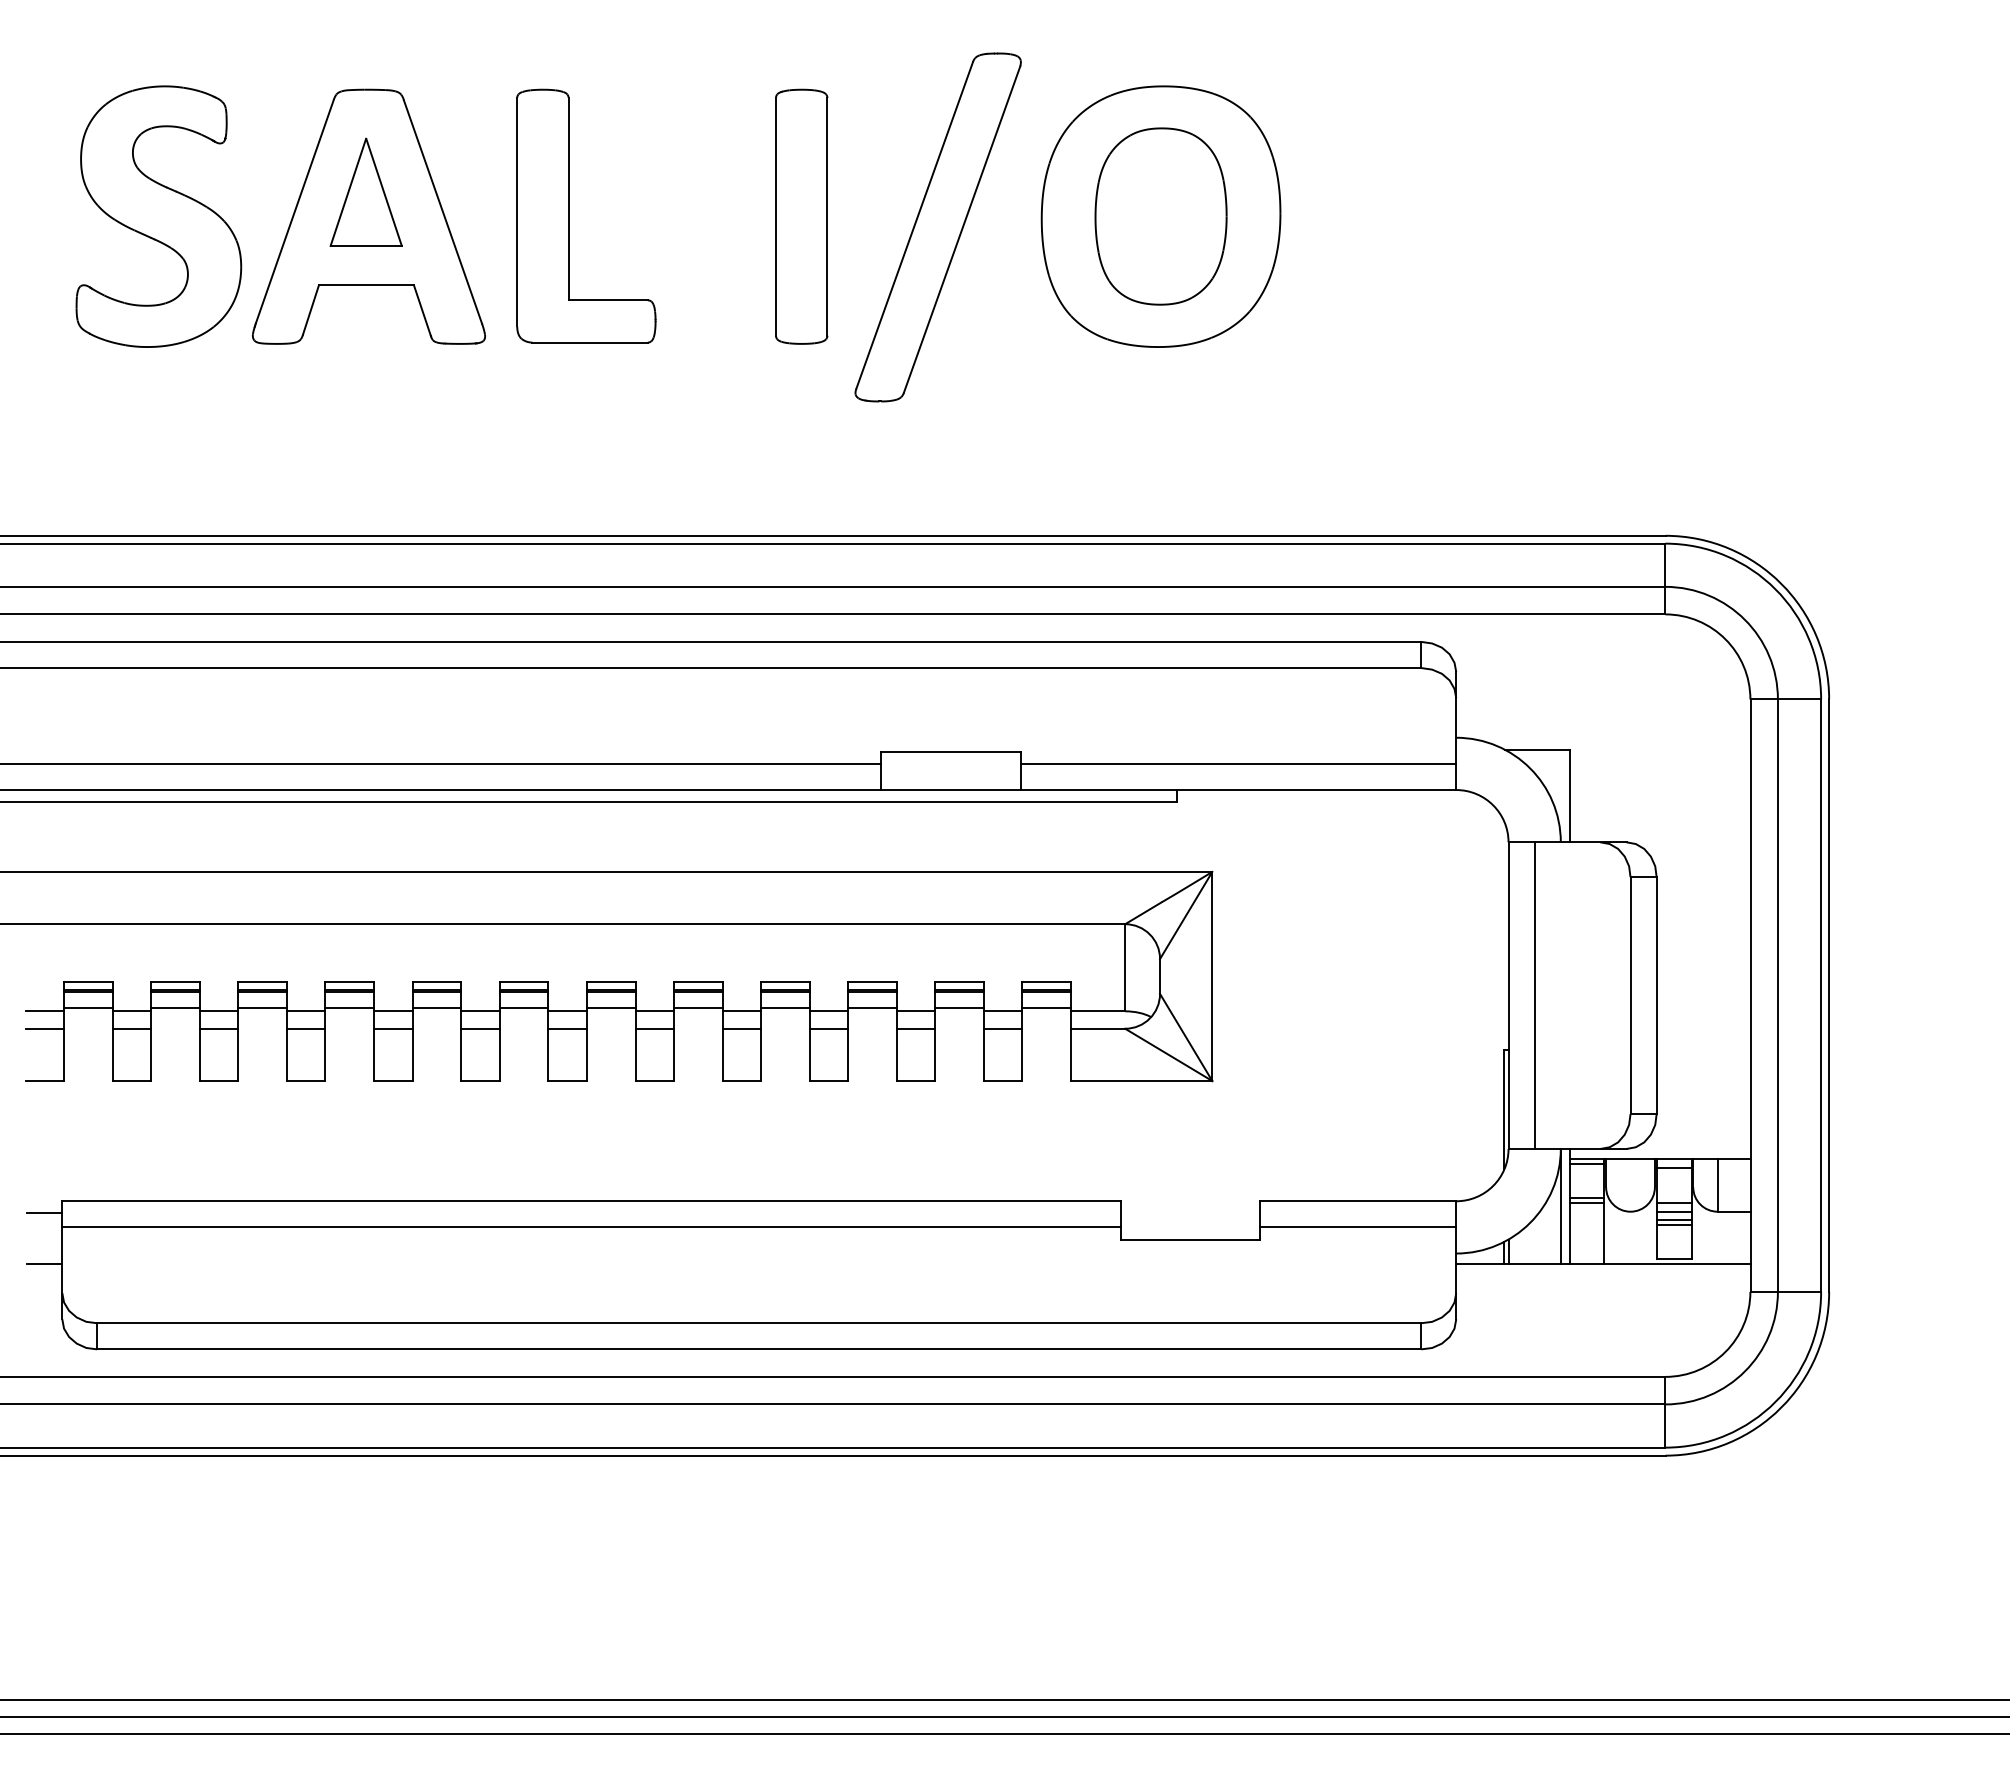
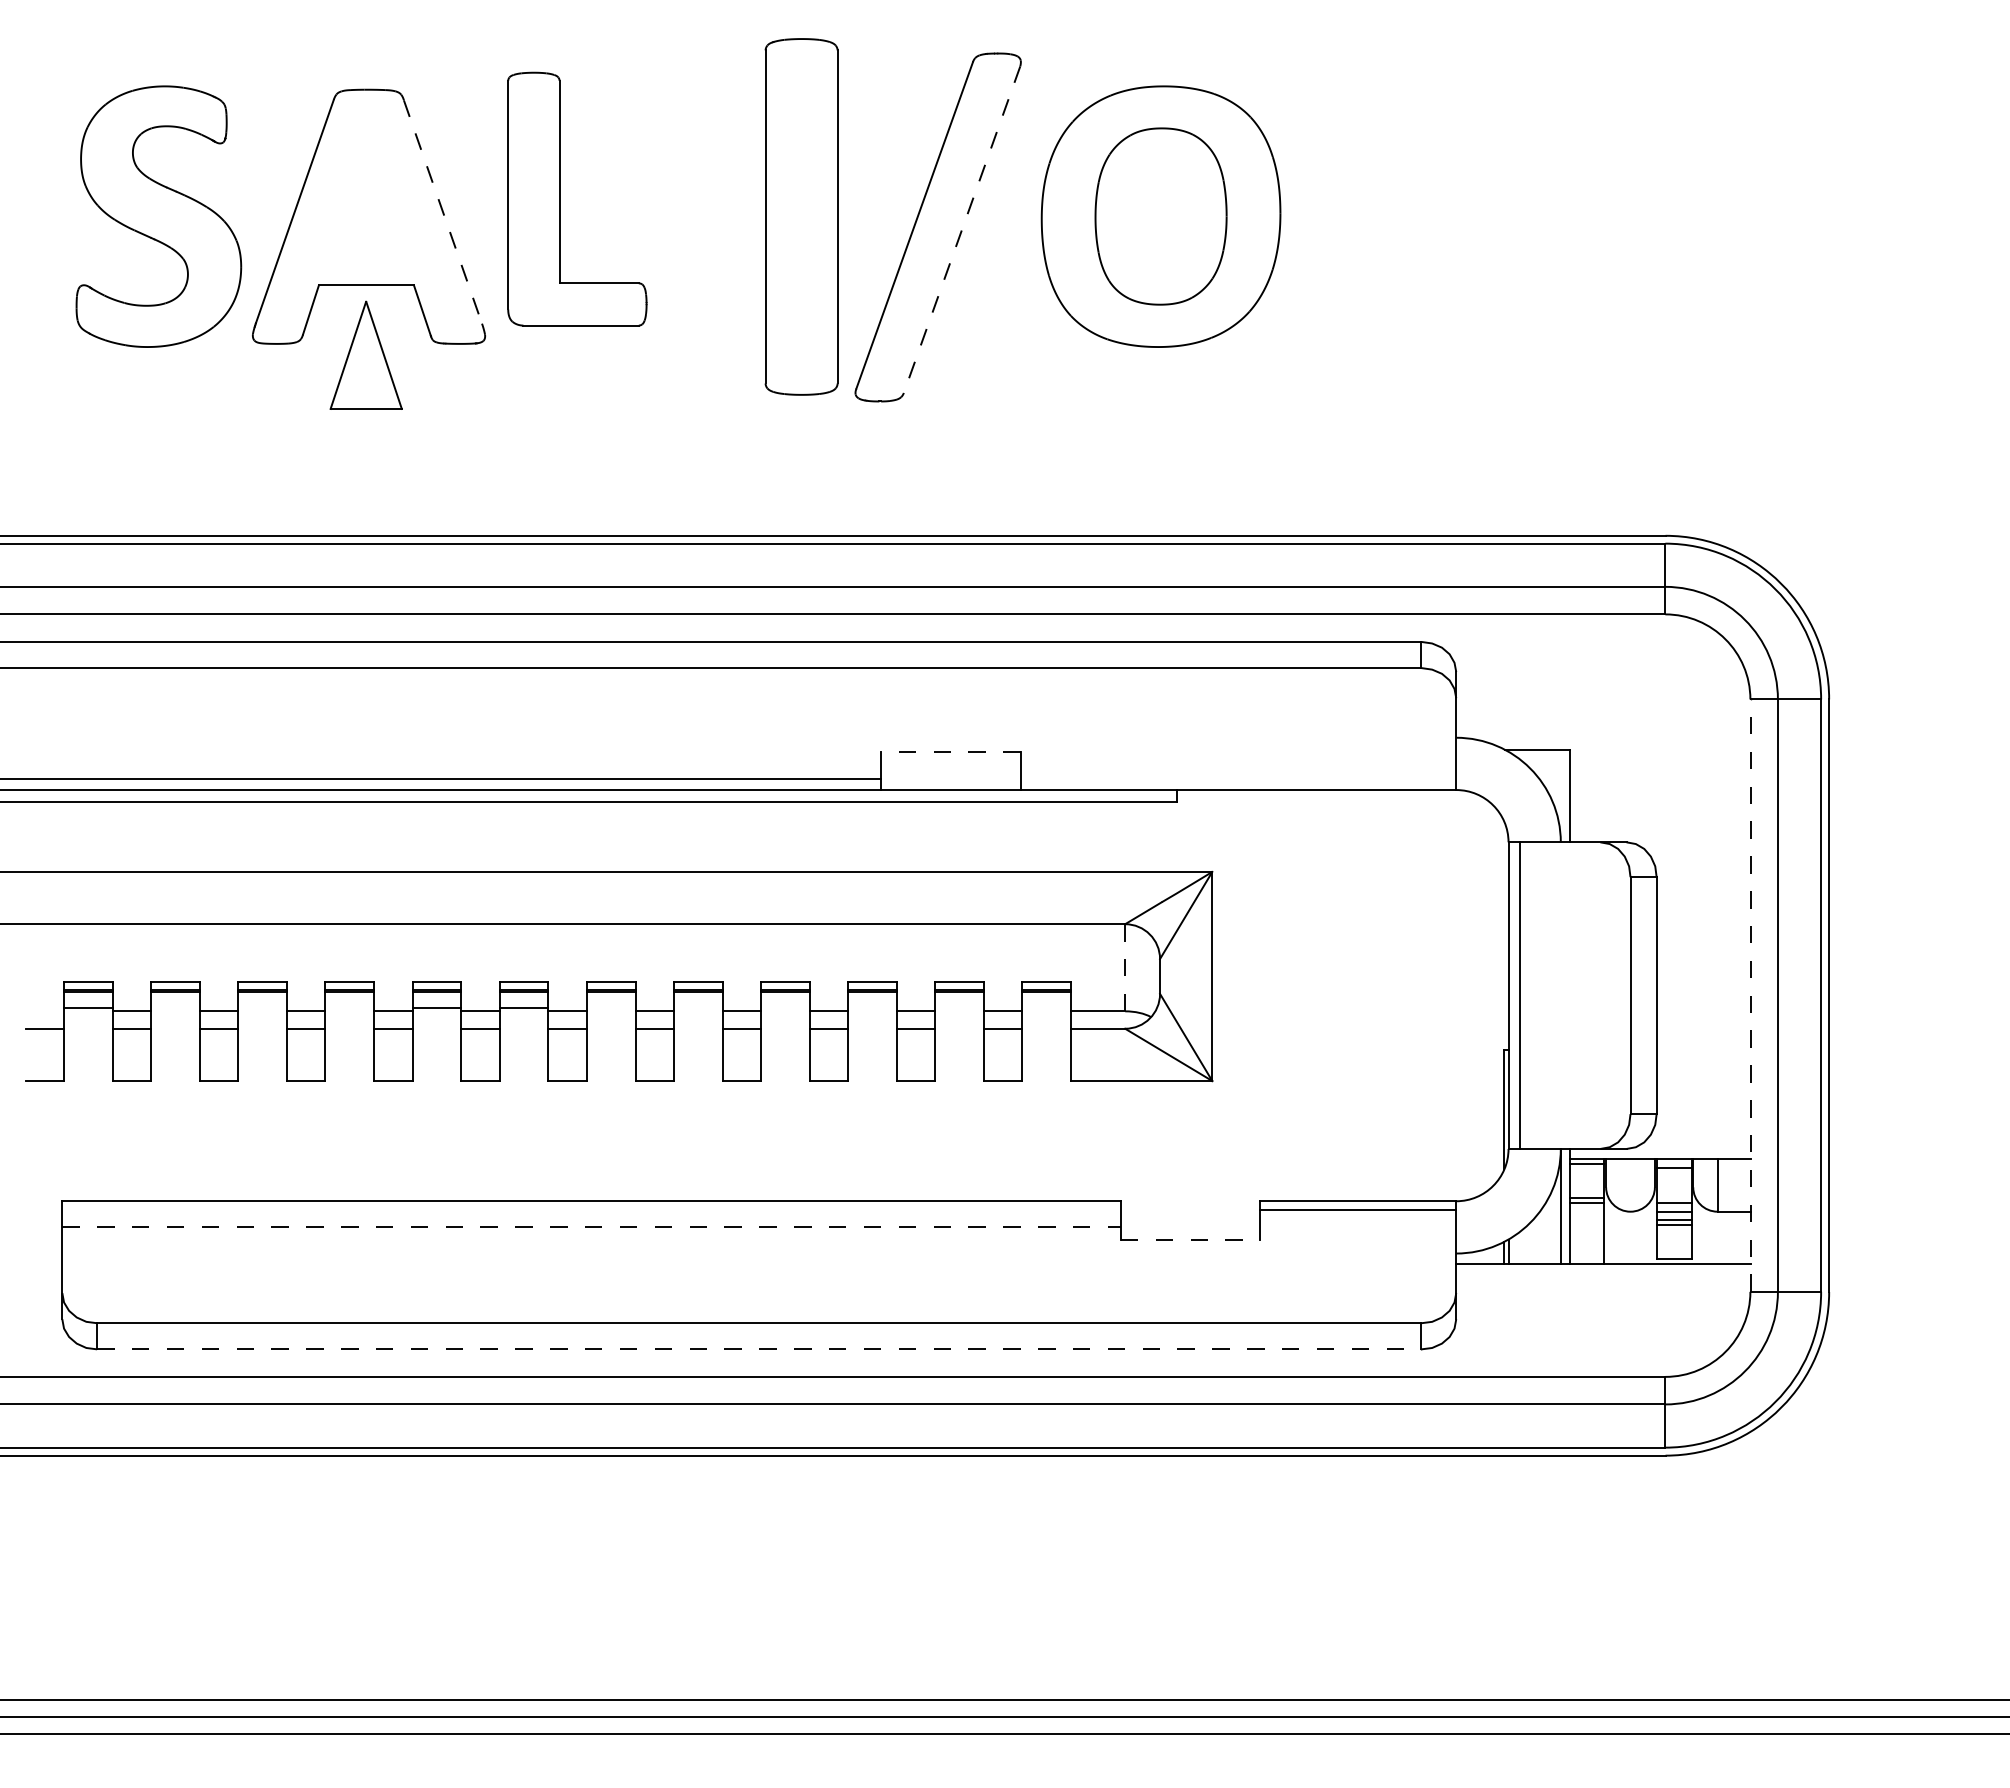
part at (365, 191) position: (365, 191) -> (365, 354)
line at (443, 212): solid -> dashed
part at (569, 215) position: (569, 215) -> (560, 198)
part at (801, 216) size: 54x257 px -> 75x358 px
line at (961, 230): solid -> dashed
line at (950, 751): solid -> dashed
line at (441, 763) position: (441, 763) -> (441, 778)
line at (1238, 763): present -> none
line at (1125, 967): solid -> dashed
line at (1534, 995) position: (1534, 995) -> (1519, 995)
line at (1750, 995): solid -> dashed
line at (175, 1007): present -> none
line at (262, 1007): present -> none
line at (349, 1007): present -> none
line at (610, 1007): present -> none
line at (697, 1007): present -> none
line at (785, 1007): present -> none
line at (872, 1007): present -> none
line at (959, 1007): present -> none
line at (1046, 1007): present -> none
line at (44, 1011): present -> none
line at (44, 1213): present -> none
line at (592, 1227): solid -> dashed
line at (1358, 1227) position: (1358, 1227) -> (1358, 1210)
line at (1190, 1239): solid -> dashed
line at (44, 1263): present -> none
line at (759, 1349): solid -> dashed
